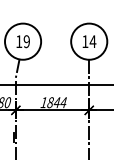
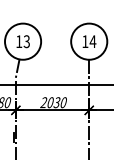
text at (26, 41): 19 -> 13
text at (53, 102): 1844 -> 2030
